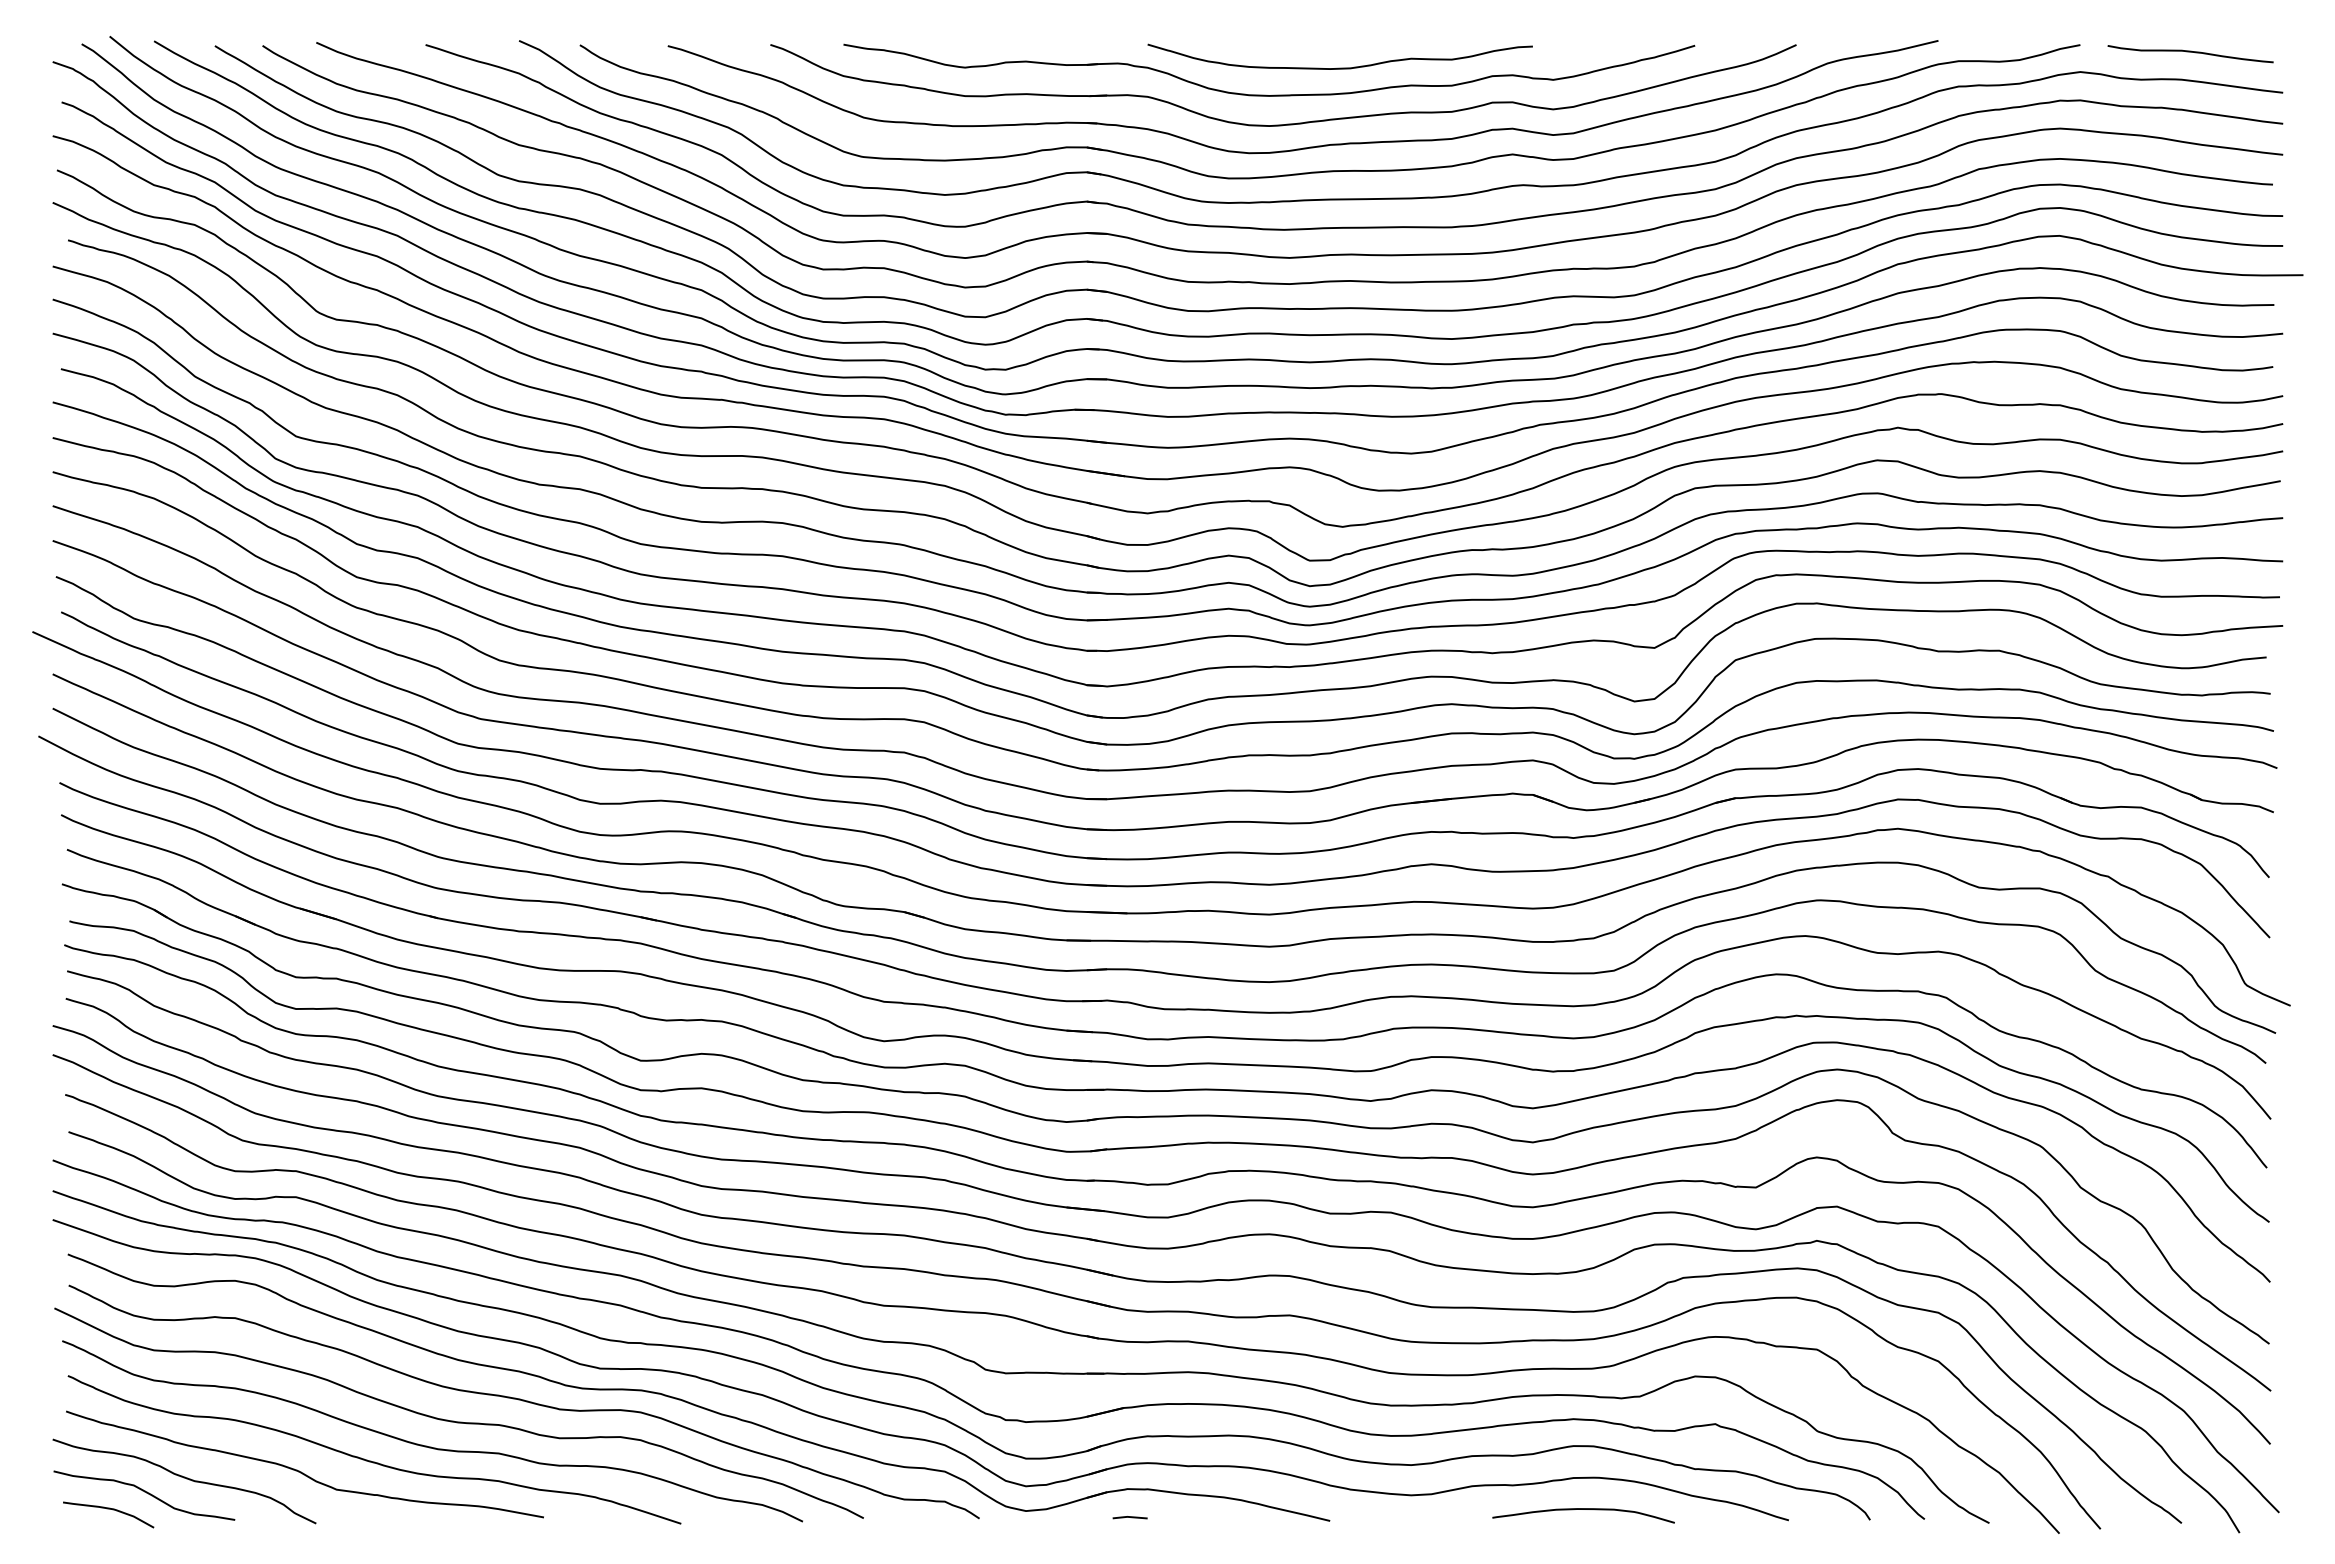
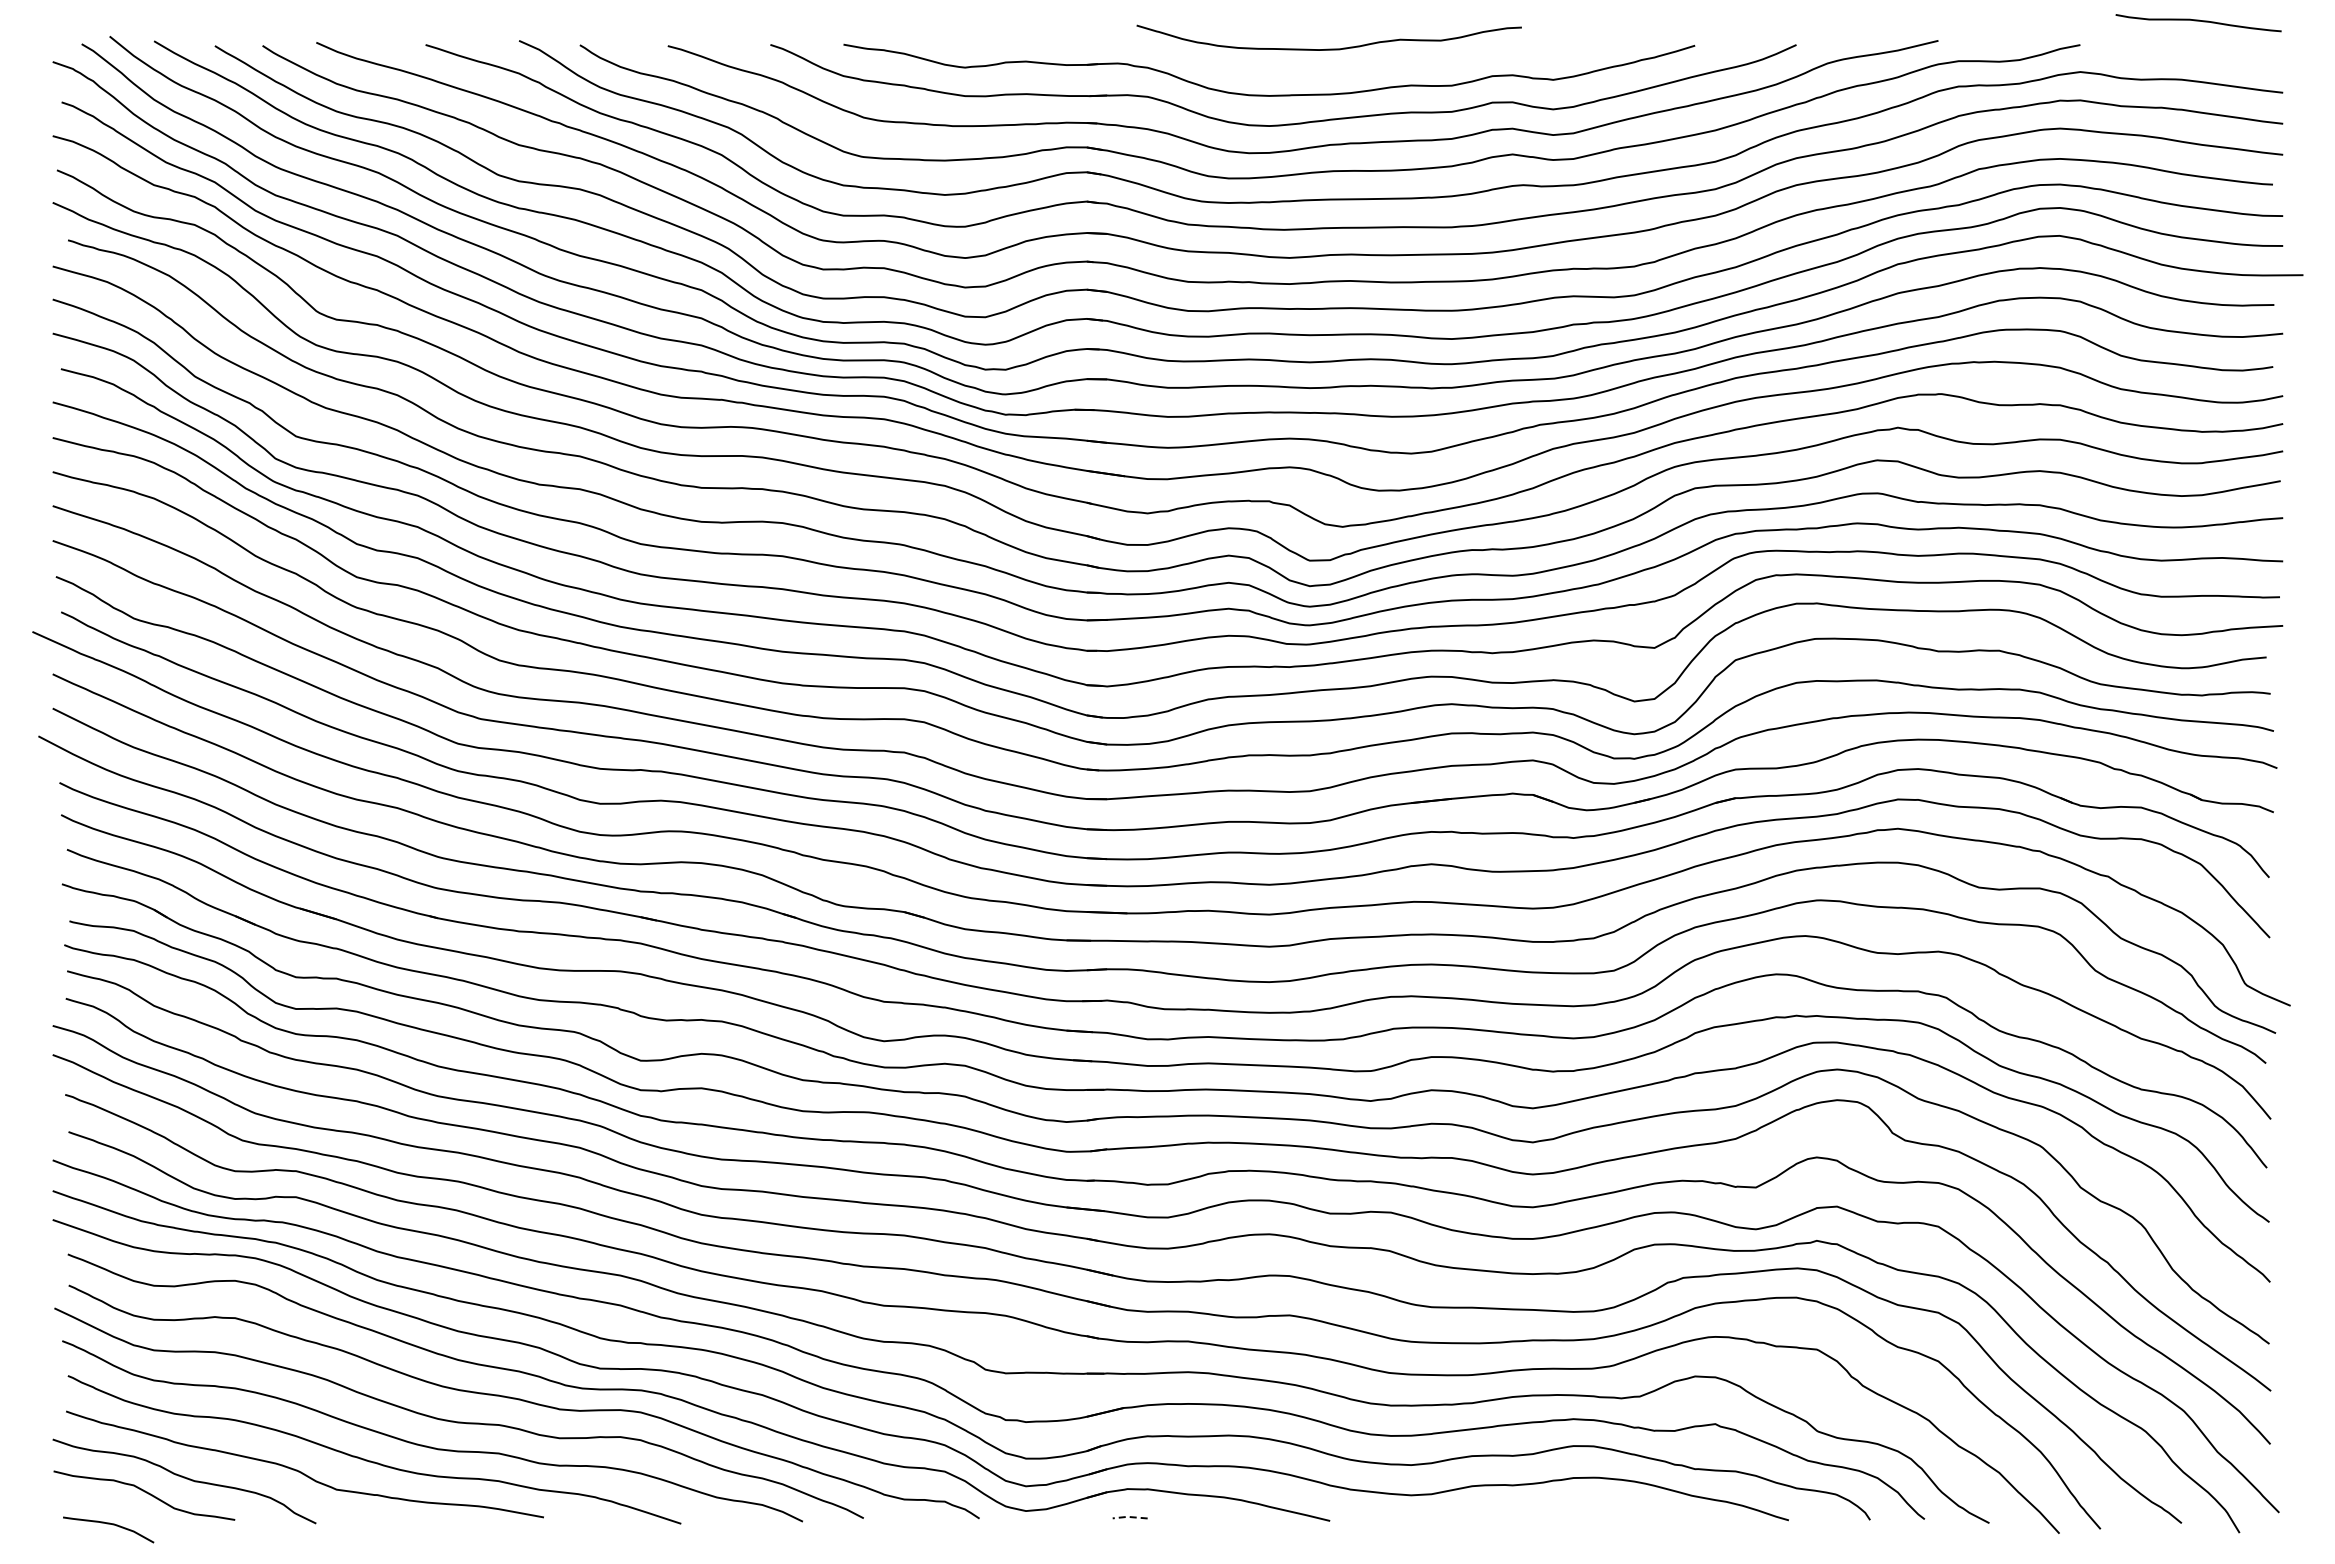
curve at (2190, 52) position: (2190, 52) -> (2198, 21)
curve at (1339, 67) position: (1339, 67) -> (1328, 48)
curve at (108, 1509) position: (108, 1509) -> (108, 1524)
curve at (1583, 1509): present -> none
line at (1129, 1517): solid -> dashed
